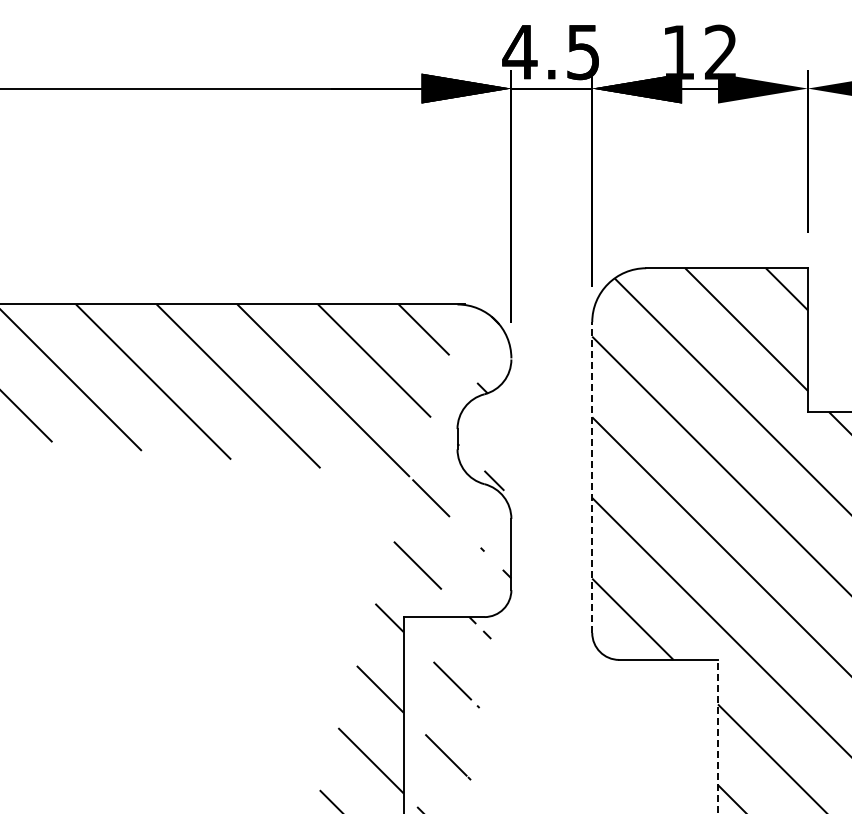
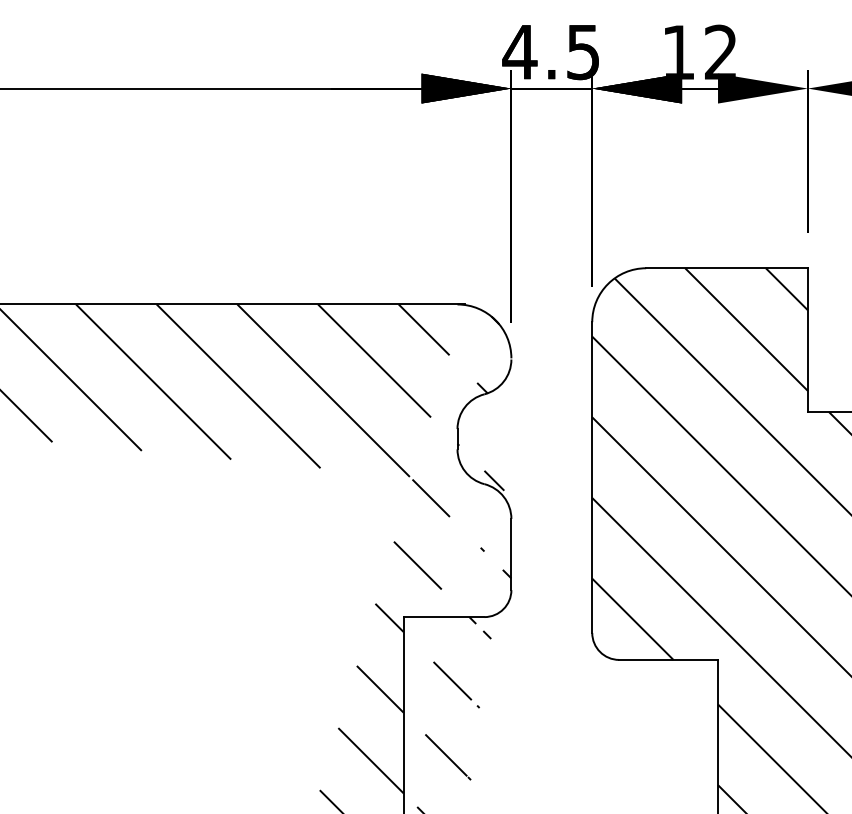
line at (592, 477): dashed -> solid
line at (718, 736): dashed -> solid
